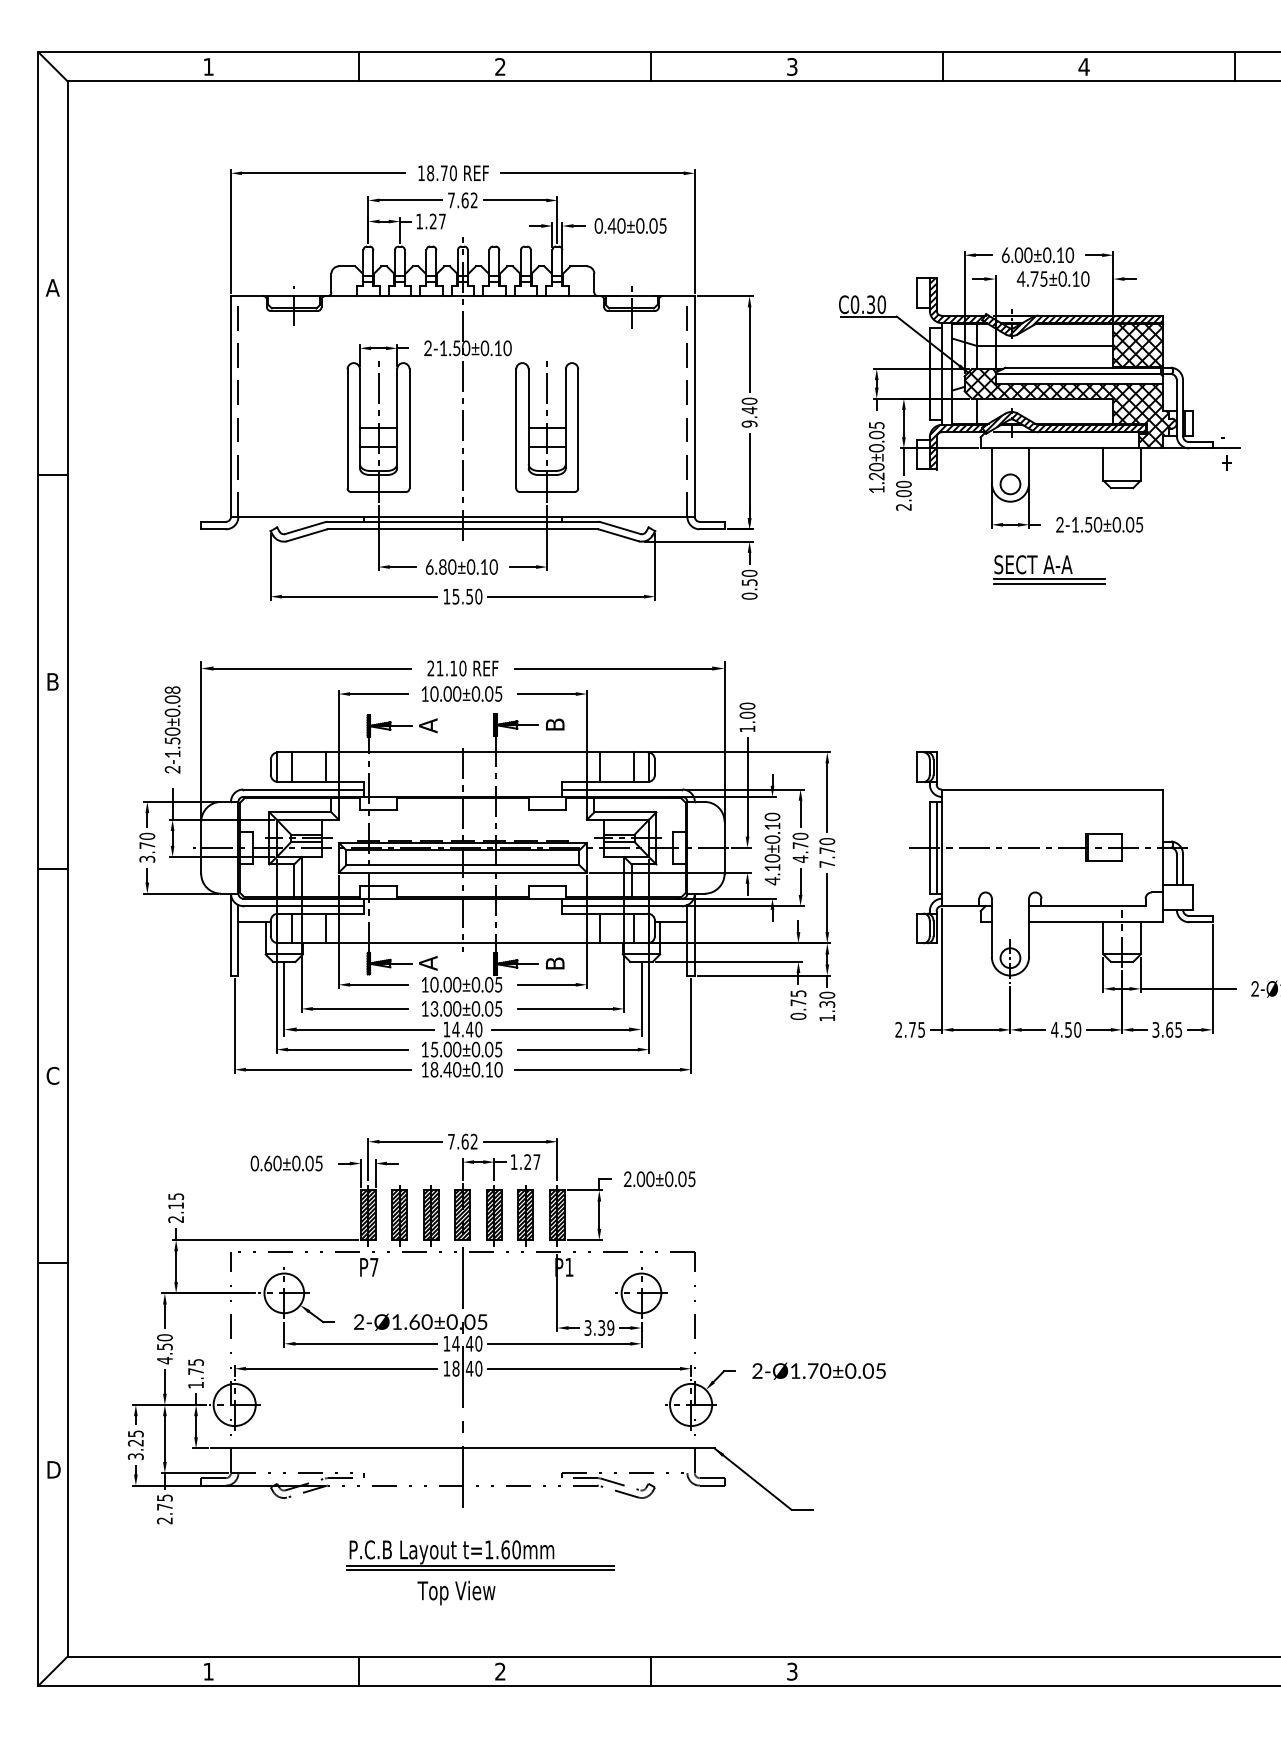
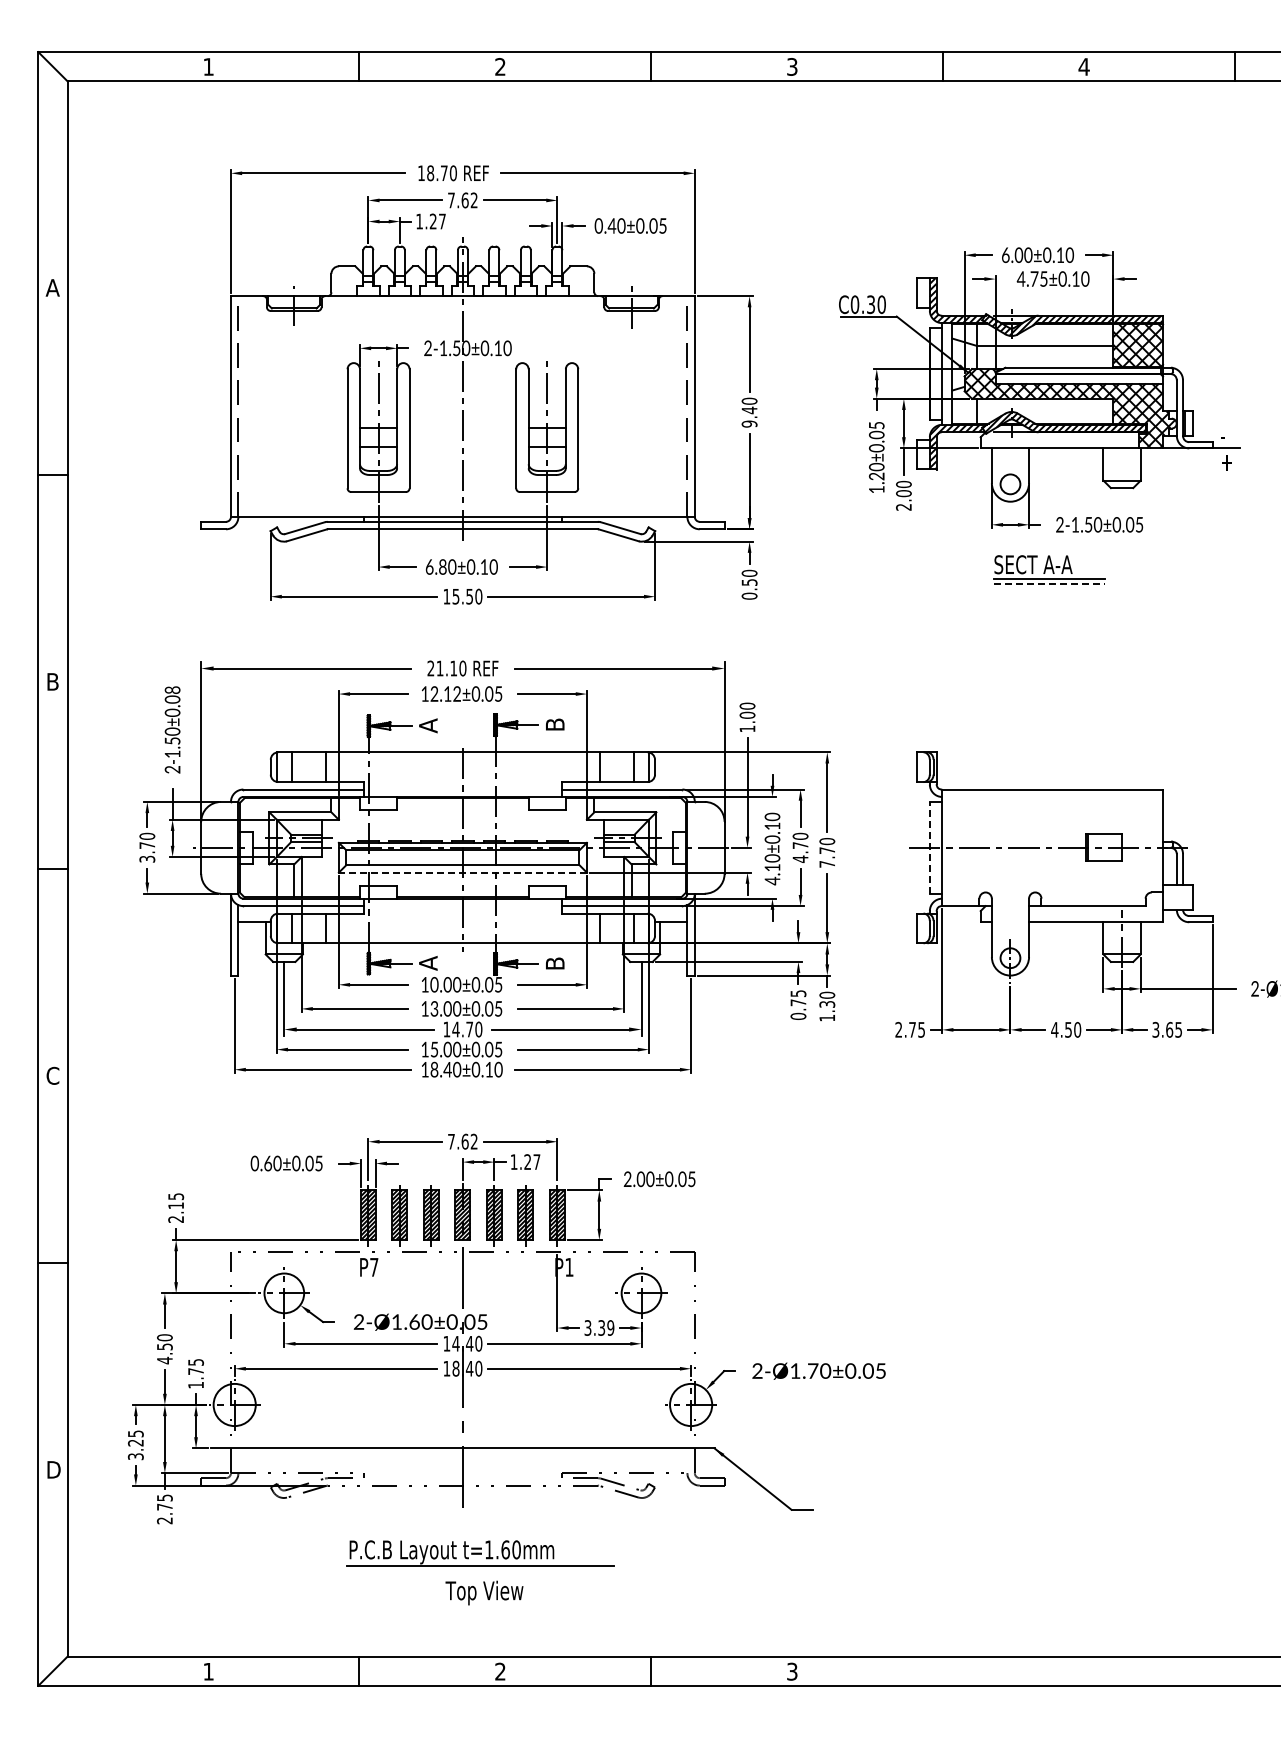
line at (1049, 584): solid -> dashed
text at (445, 693): 10.00±0.05 -> 12.12±0.05
line at (929, 847): solid -> dashed
line at (937, 847): present -> none
line at (462, 872): solid -> dashed
text at (469, 1029): 14.40 -> 14.70
line at (480, 1569): present -> none
text at (456, 1592) position: (456, 1592) -> (484, 1592)
